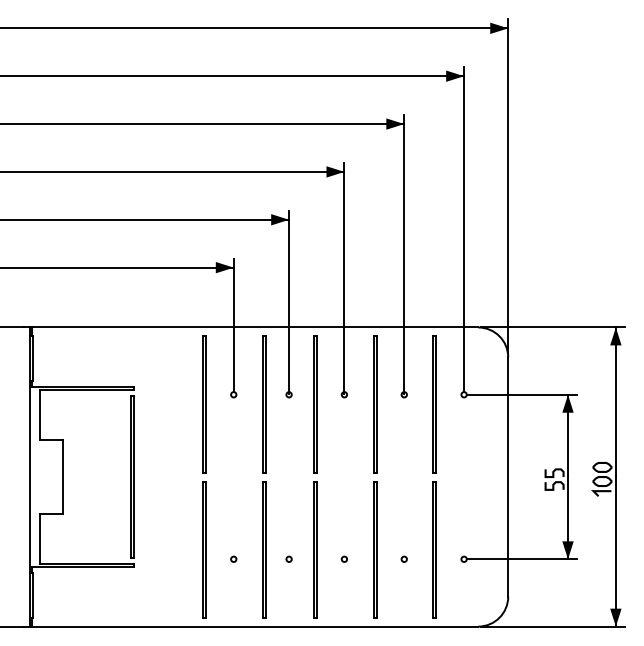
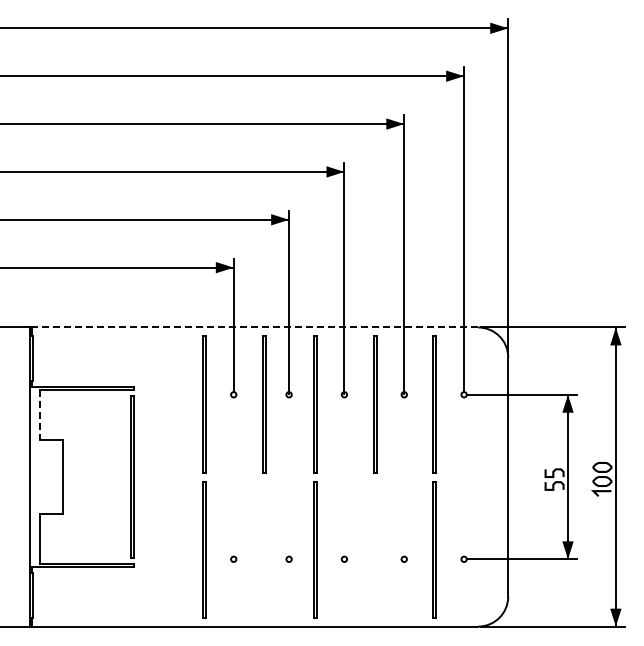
line at (254, 327): solid -> dashed
line at (39, 414): solid -> dashed
line at (263, 549): present -> none
line at (374, 549): present -> none
